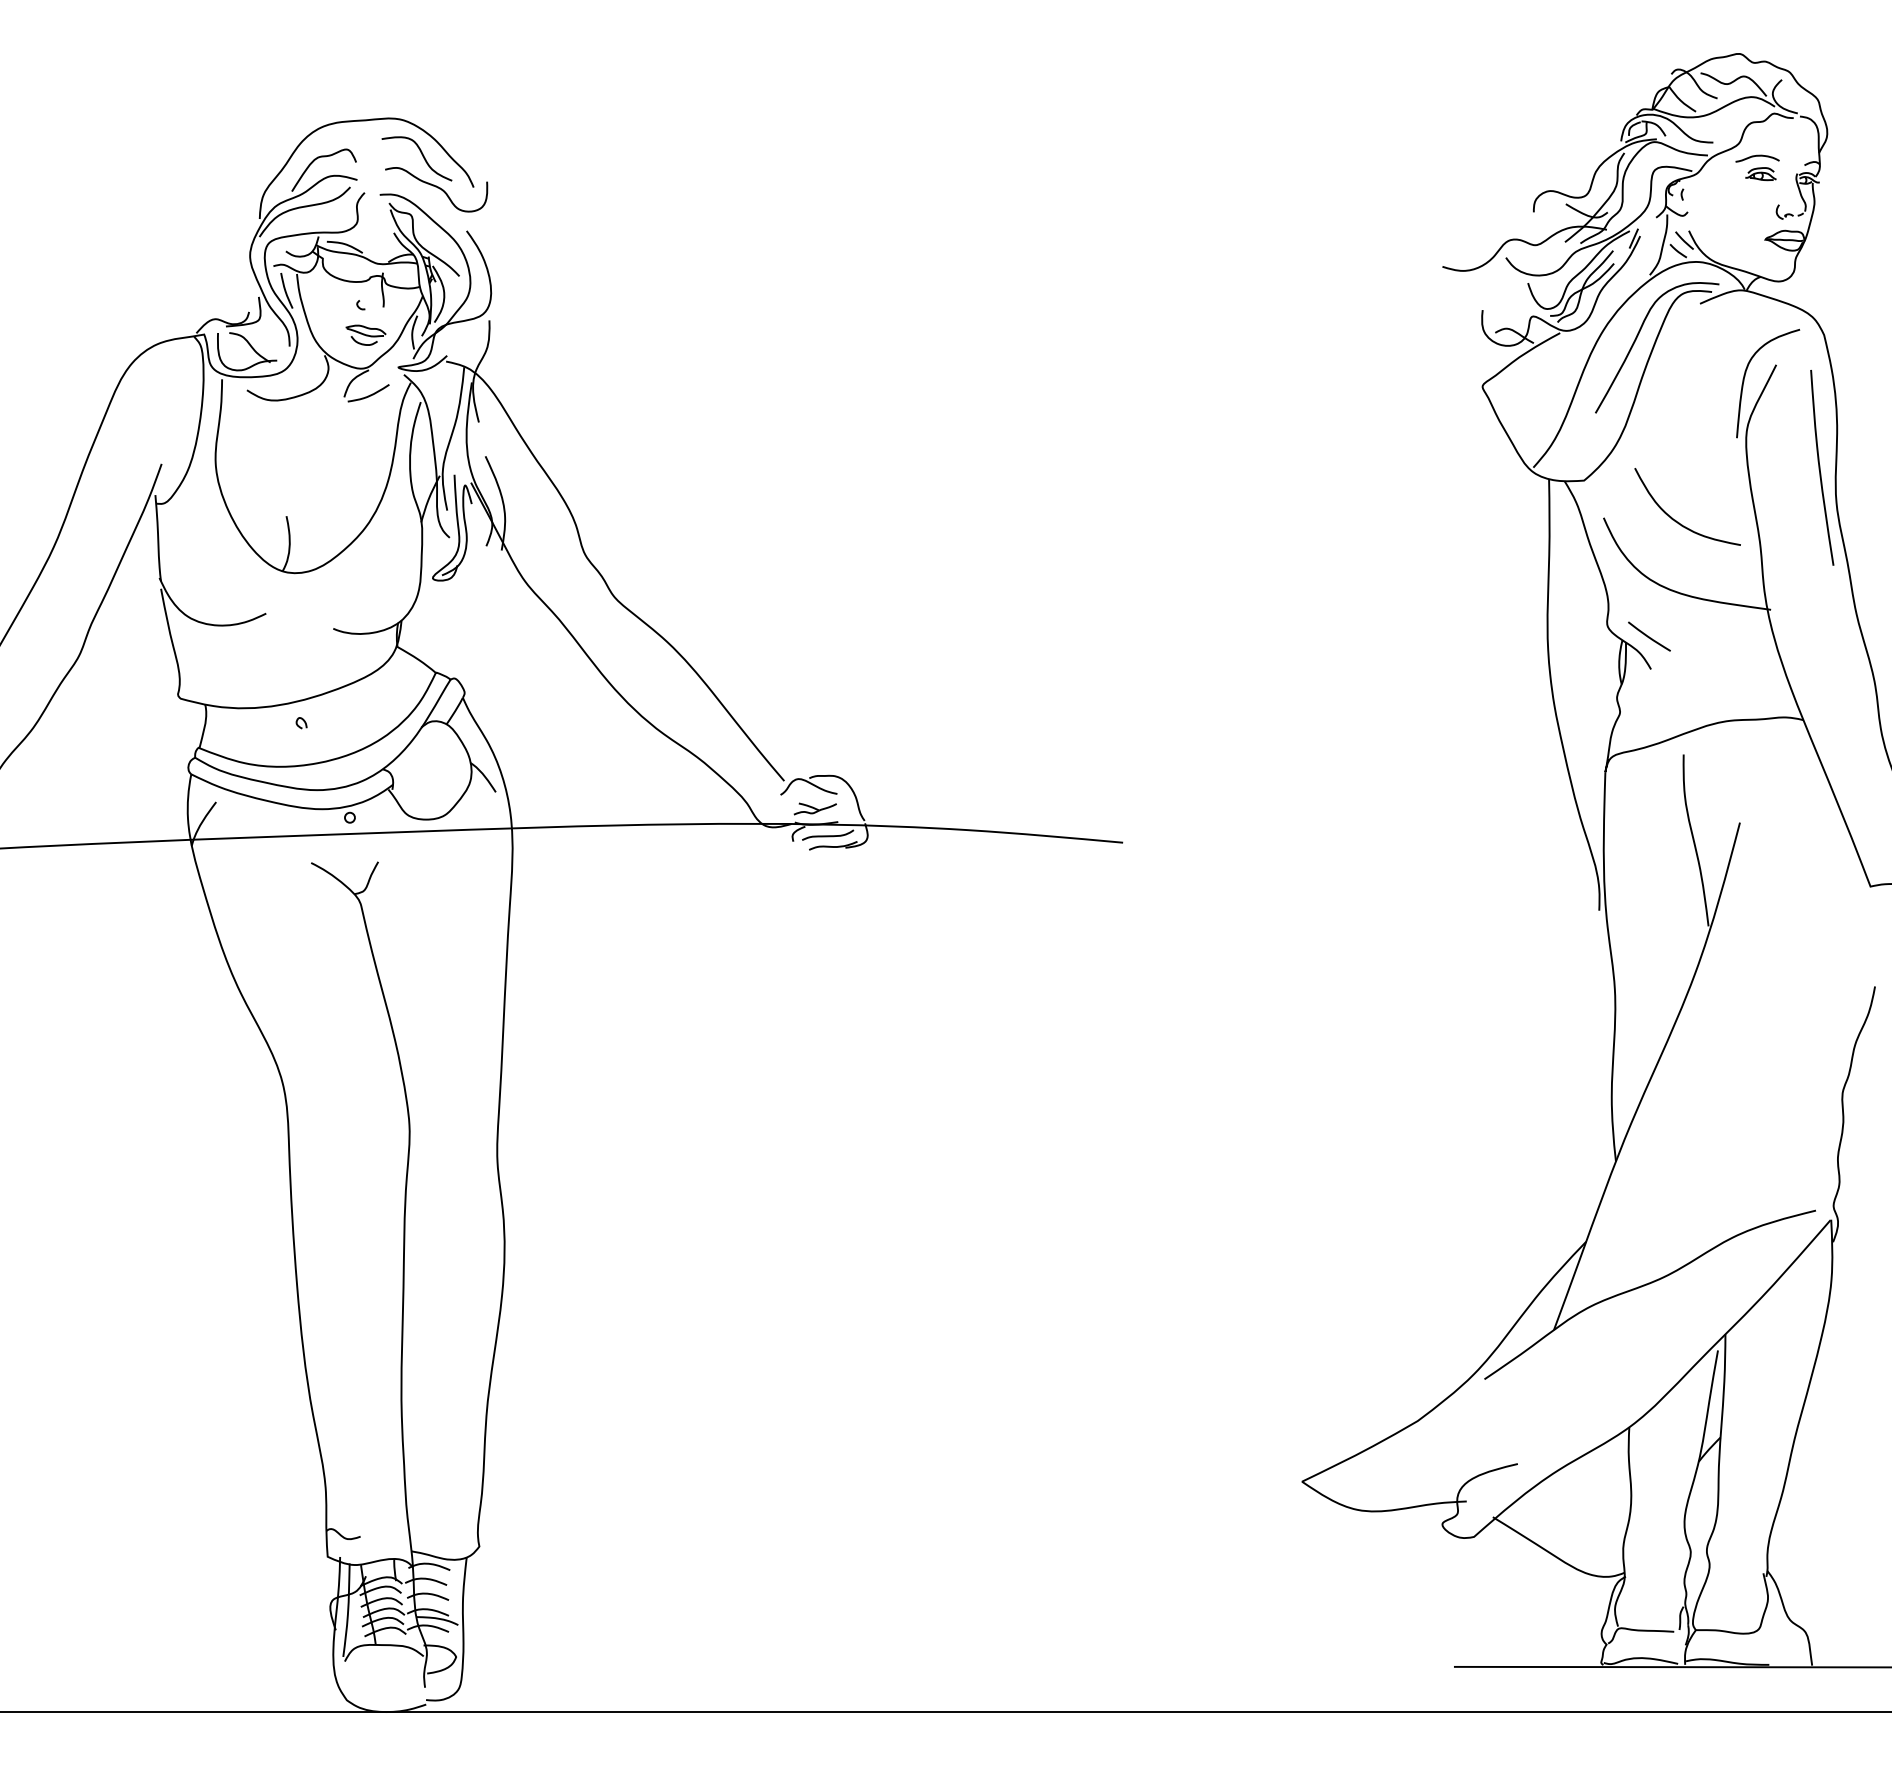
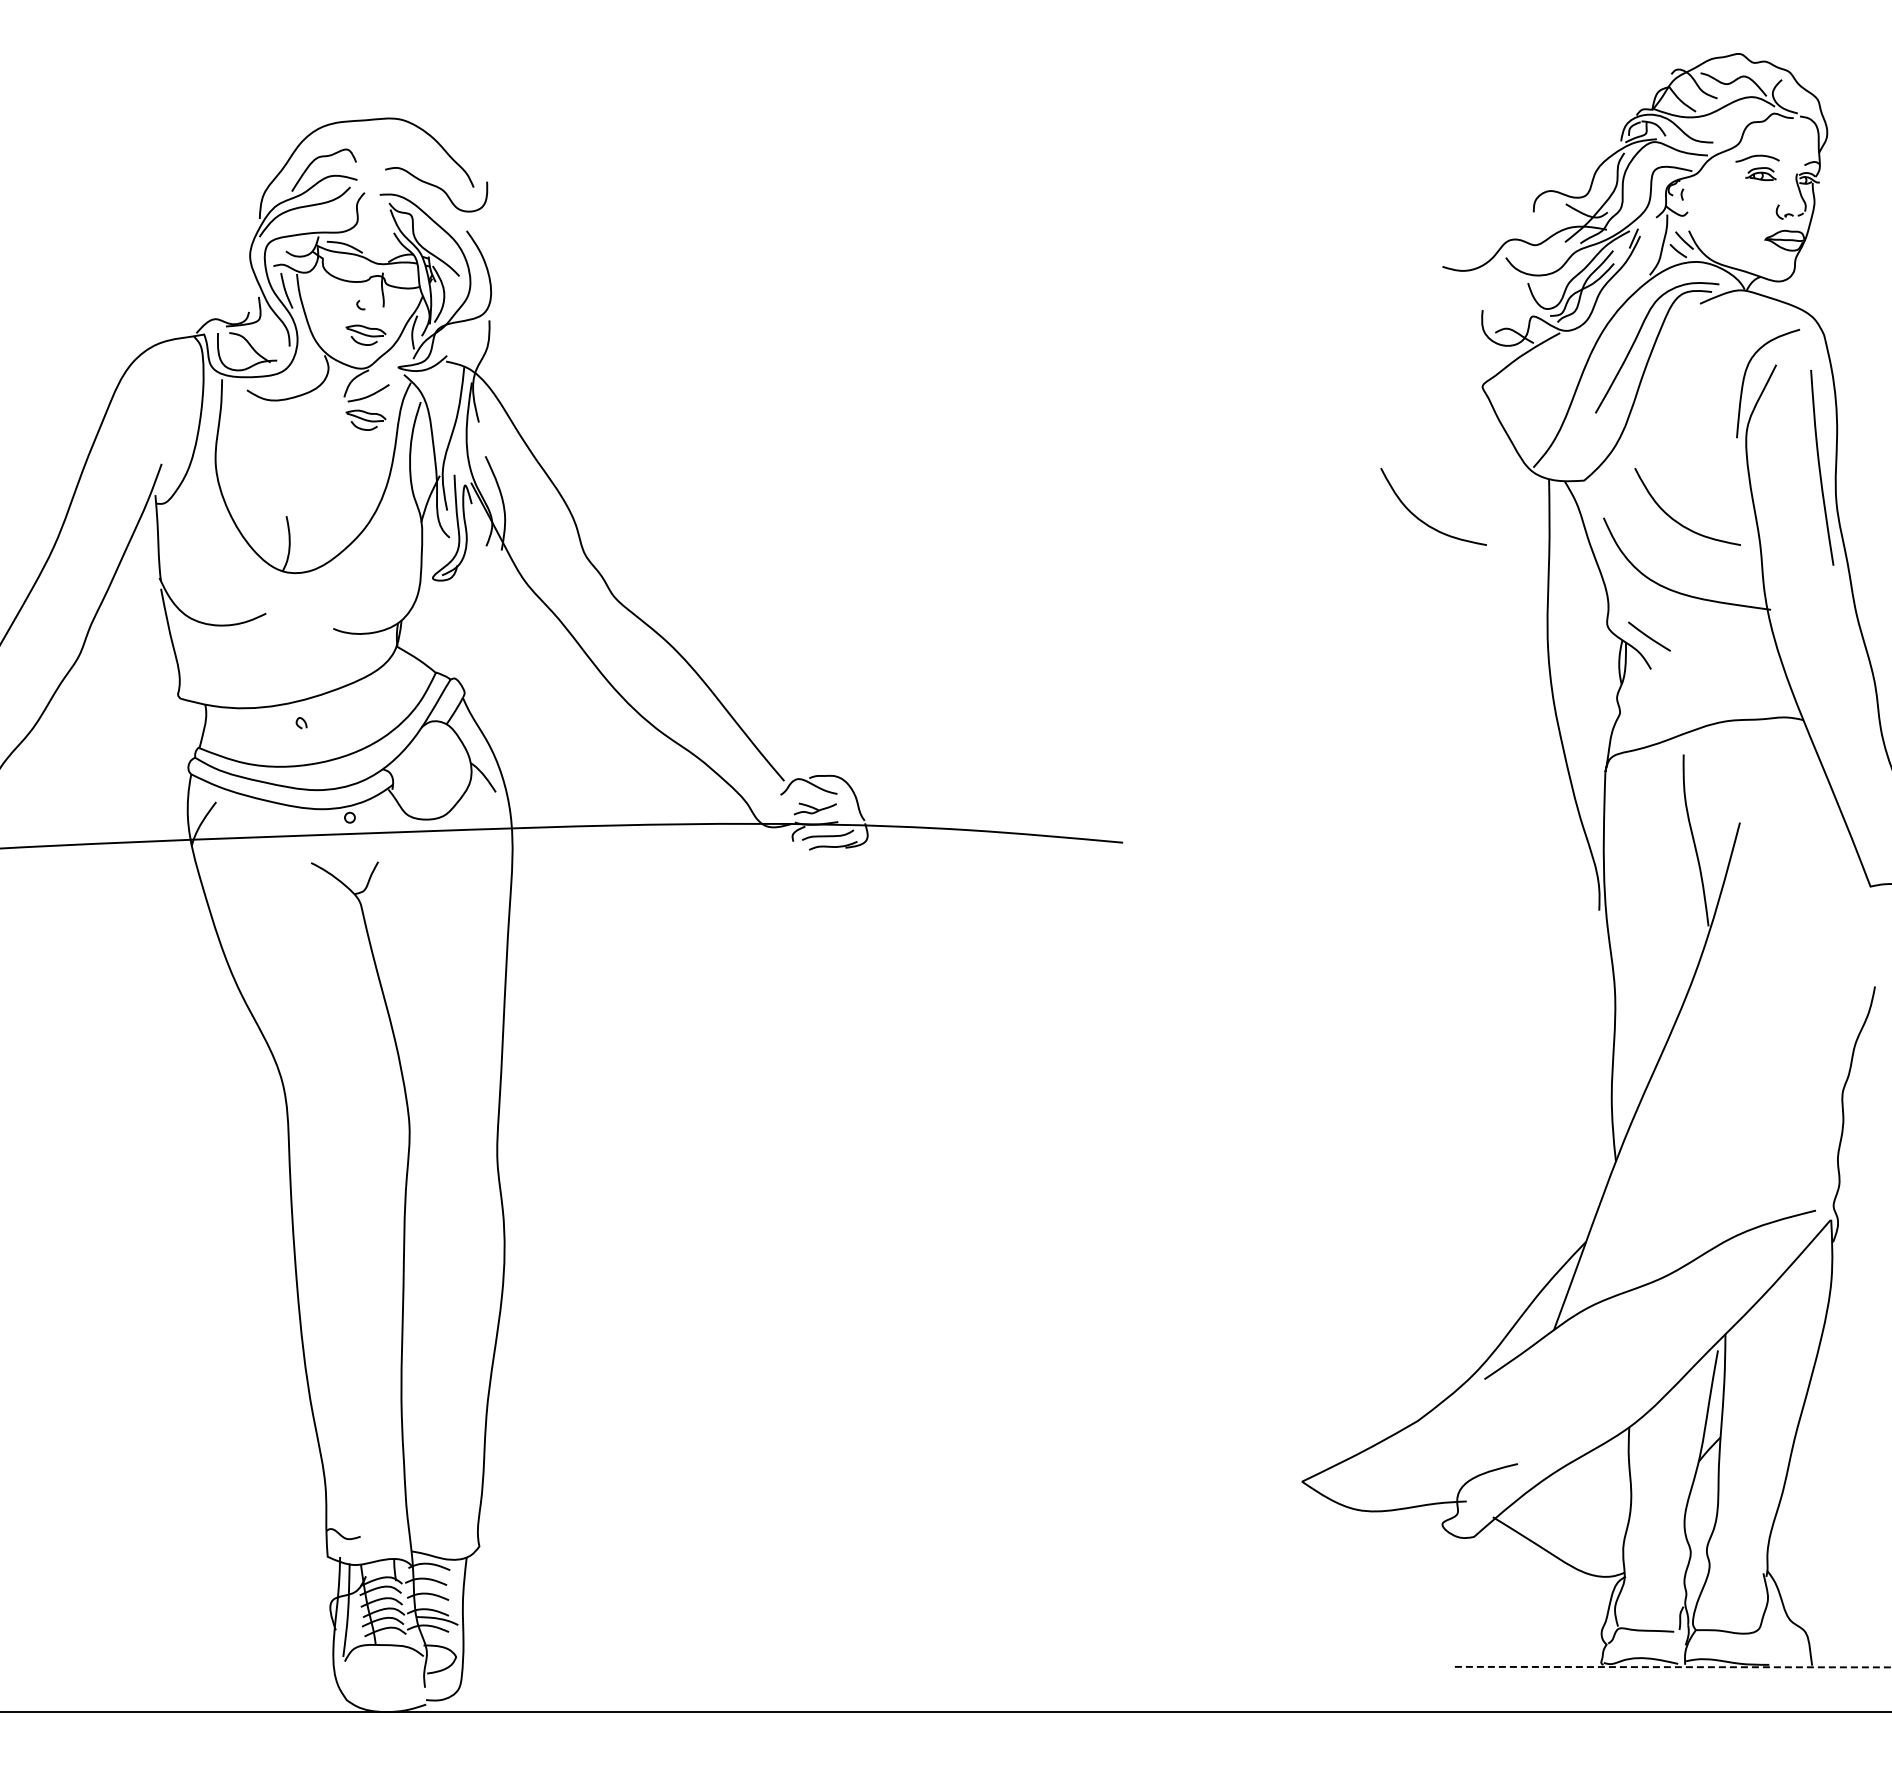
curve at (422, 156): present -> none
part at (365, 419): none -> present
curve at (1421, 519): none -> present
line at (1673, 1667): solid -> dashed
